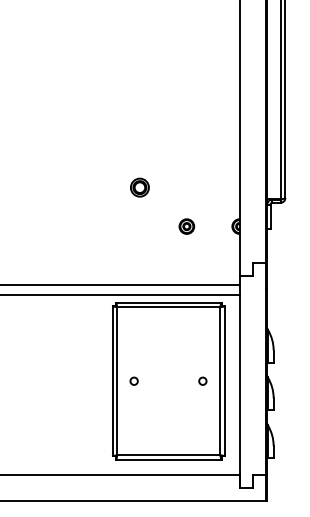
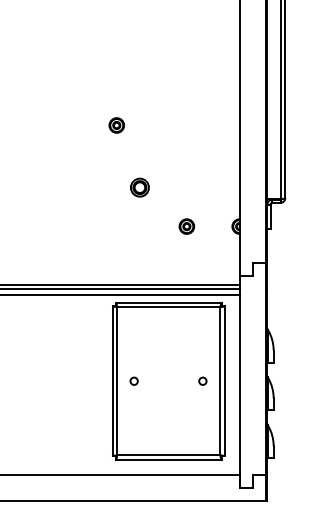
part at (116, 125): none -> present
line at (120, 289): none -> present
